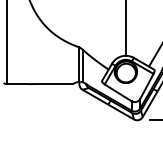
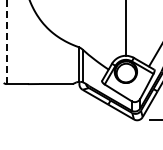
line at (6, 42): solid -> dashed
